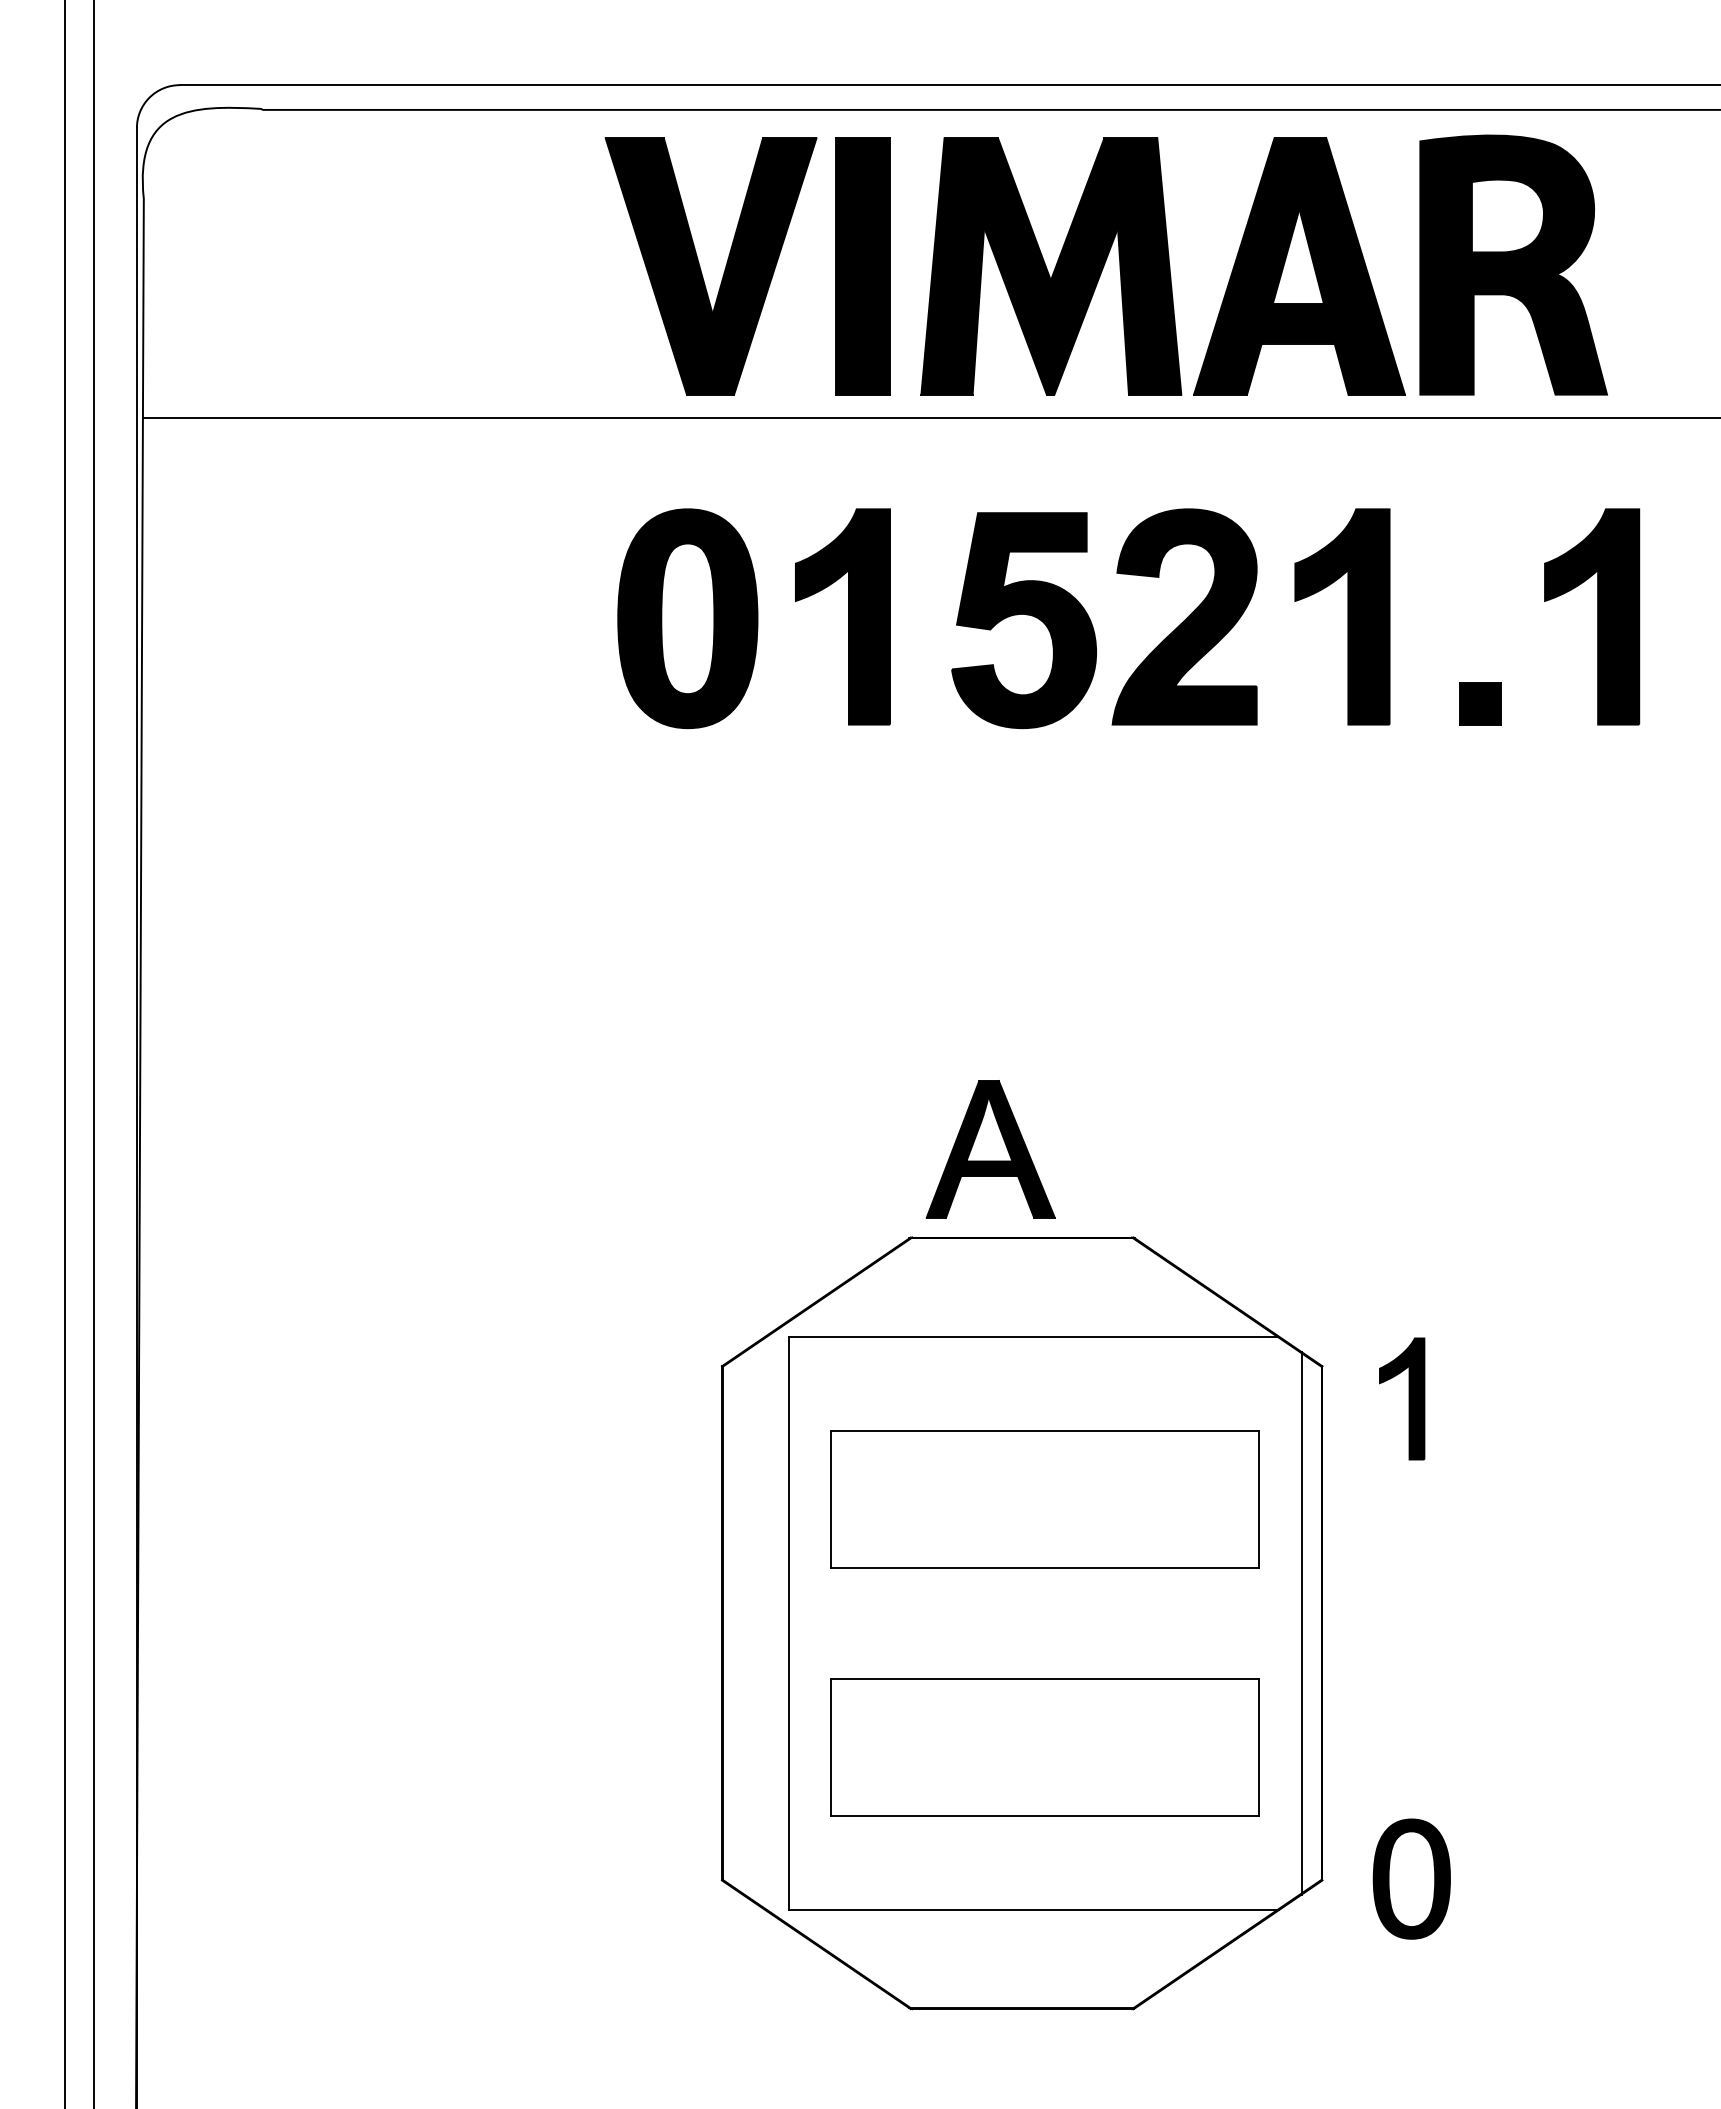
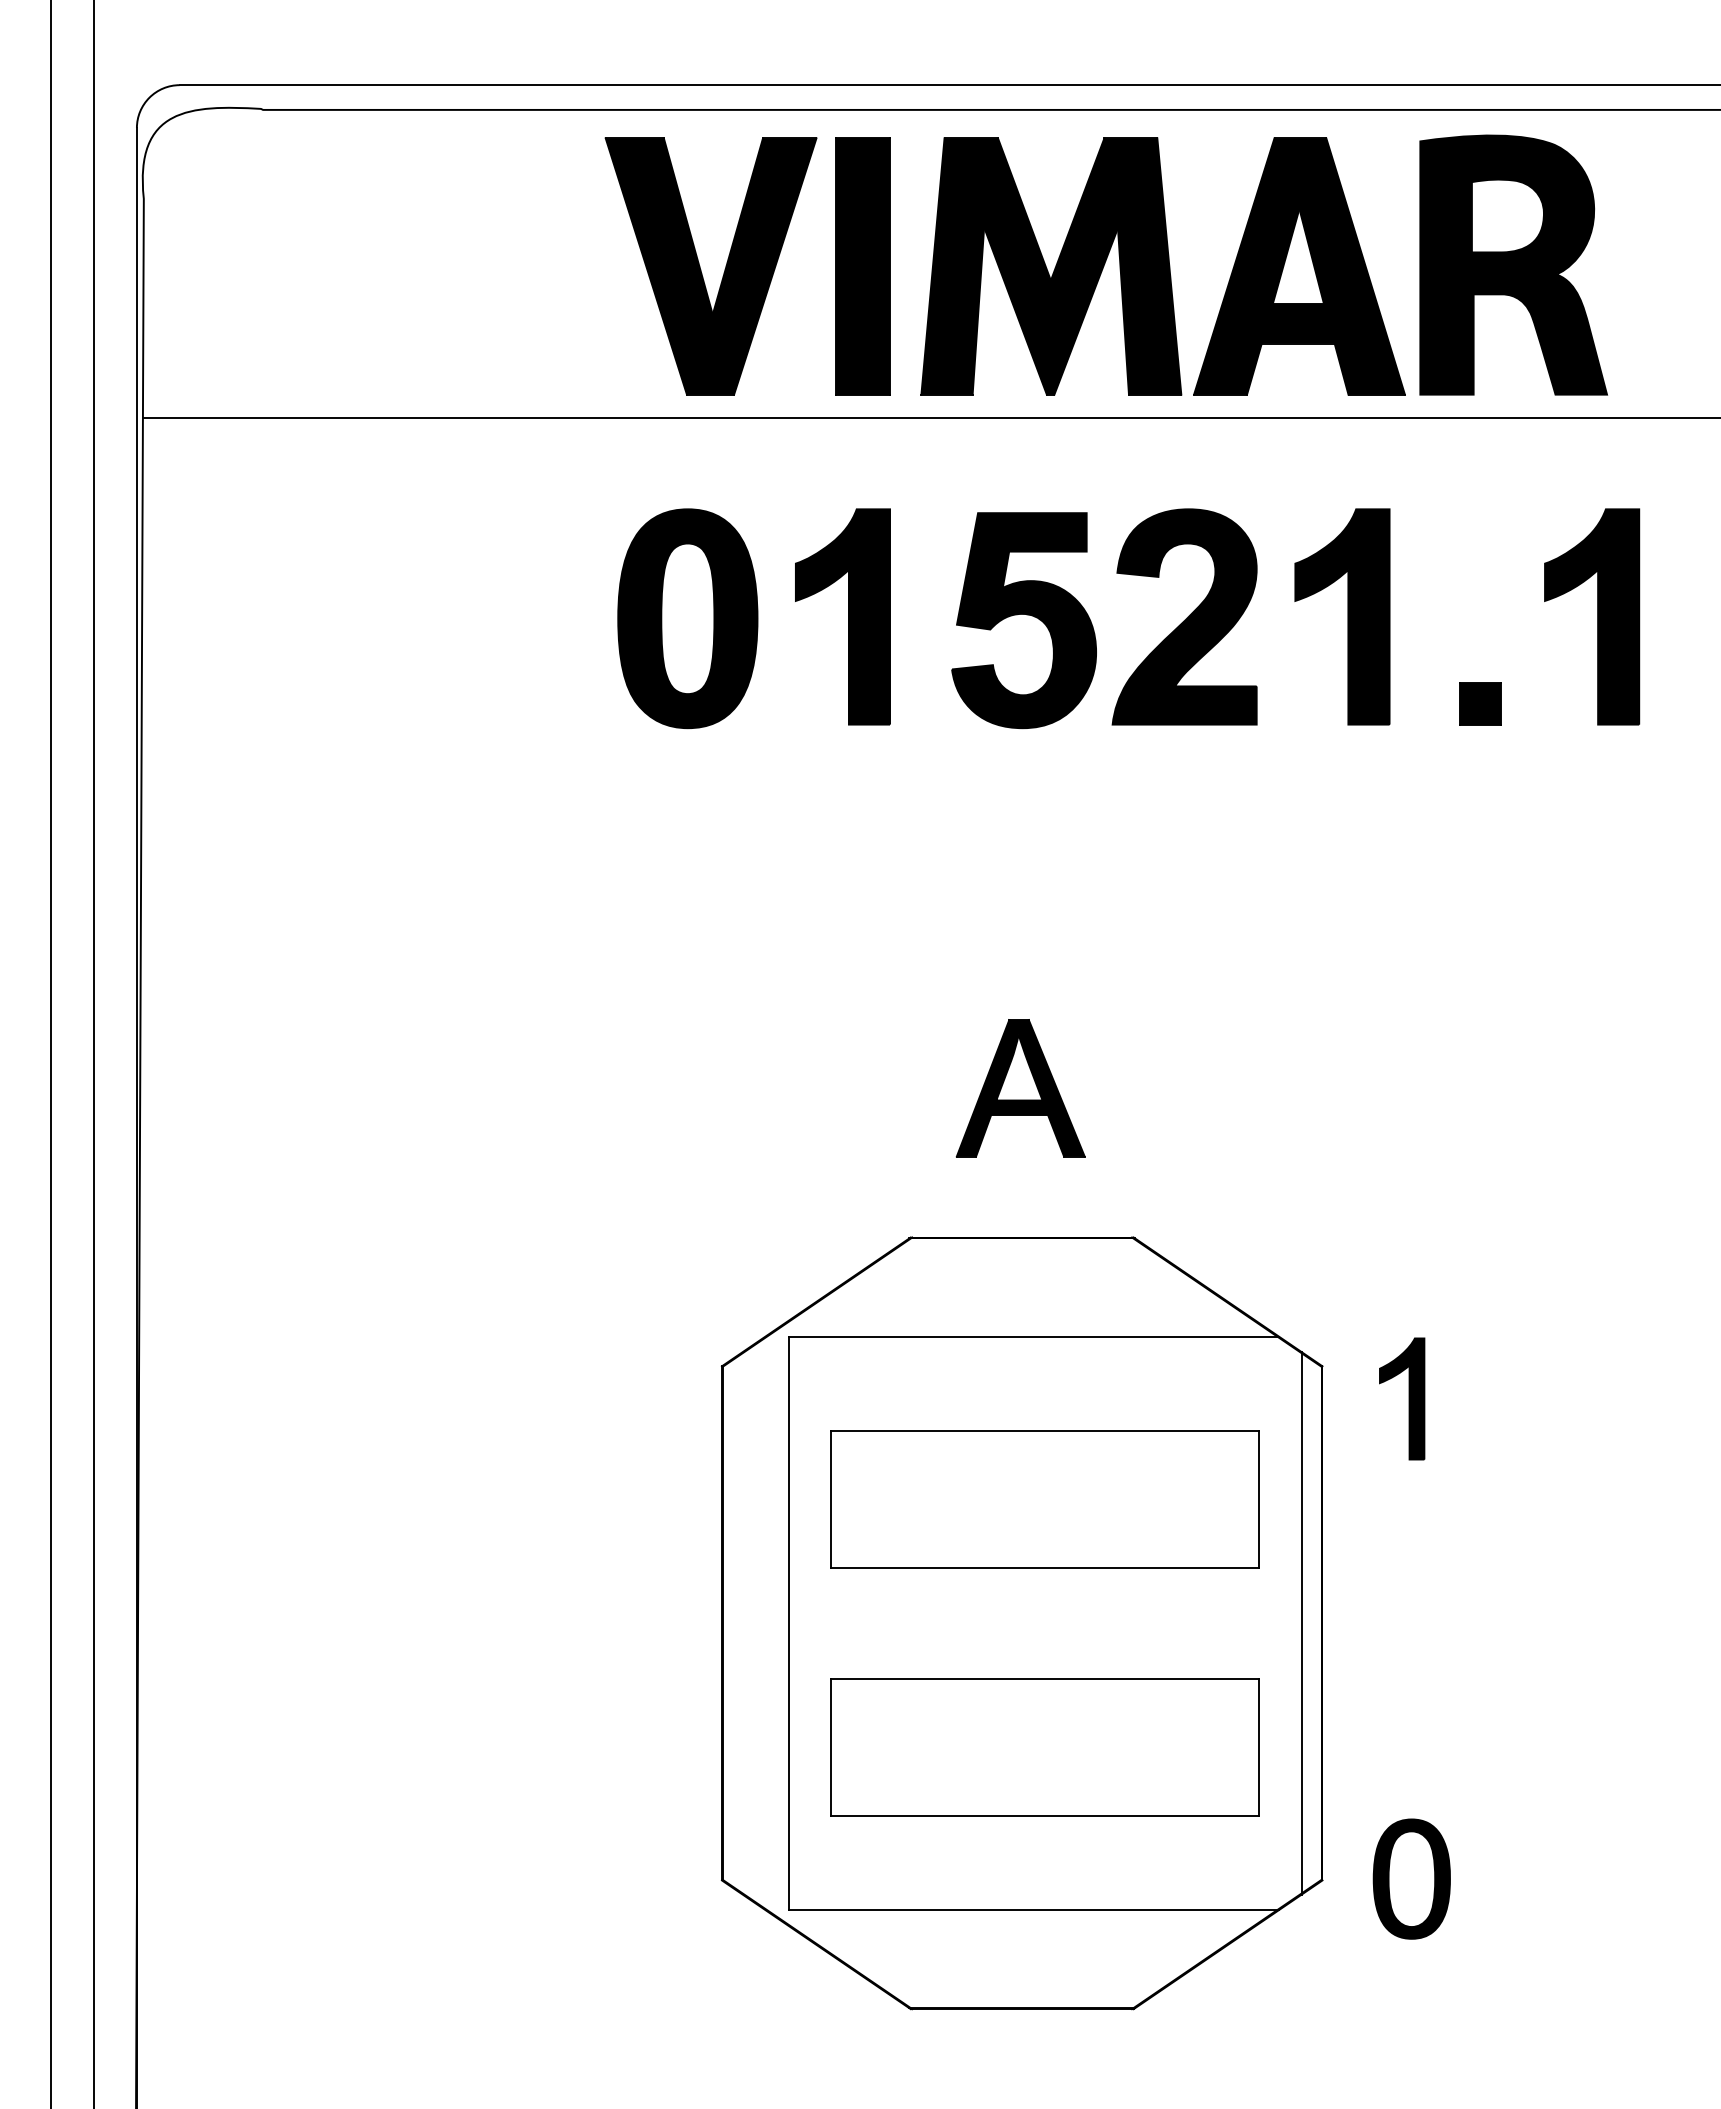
line at (65, 1053) position: (65, 1053) -> (51, 1053)
part at (990, 1149) position: (990, 1149) -> (1020, 1088)
